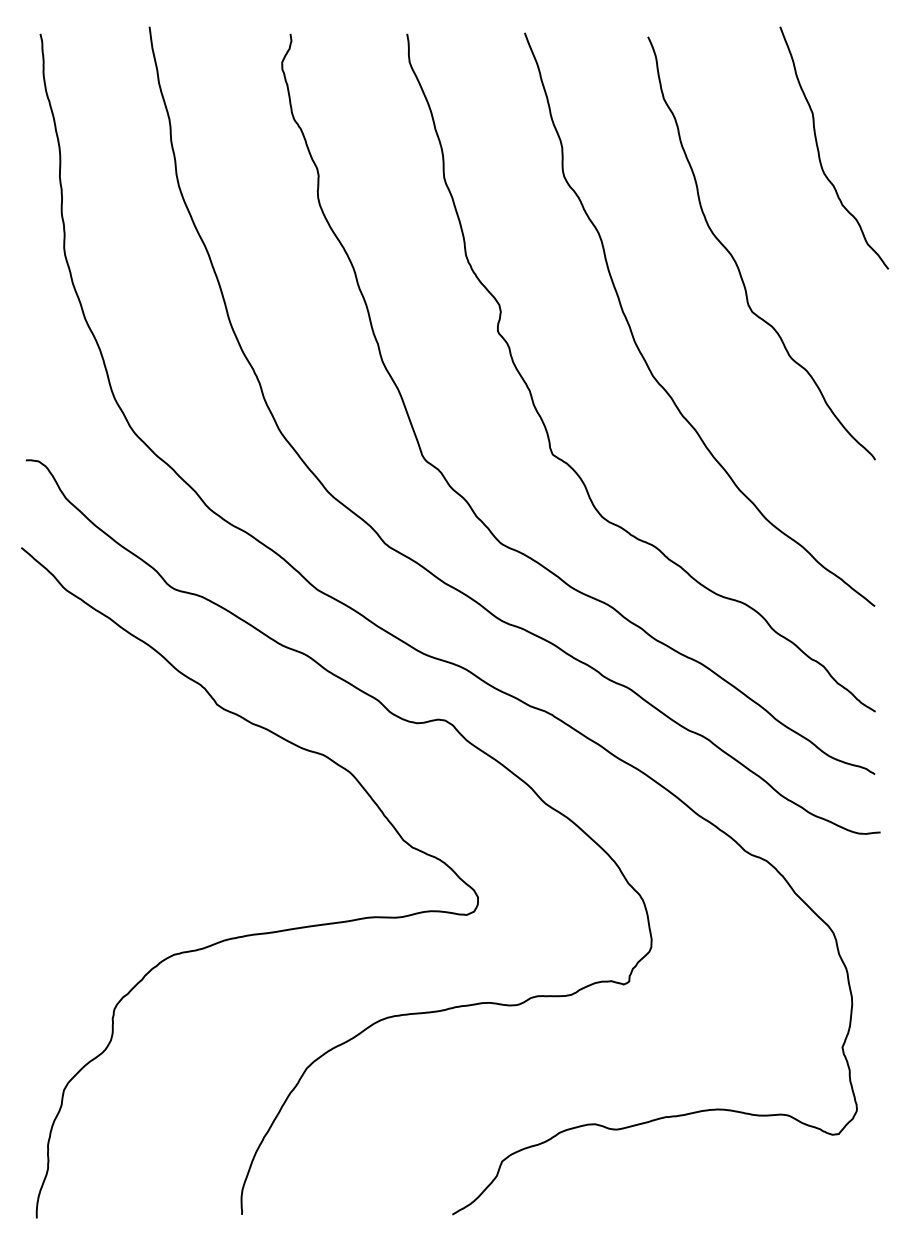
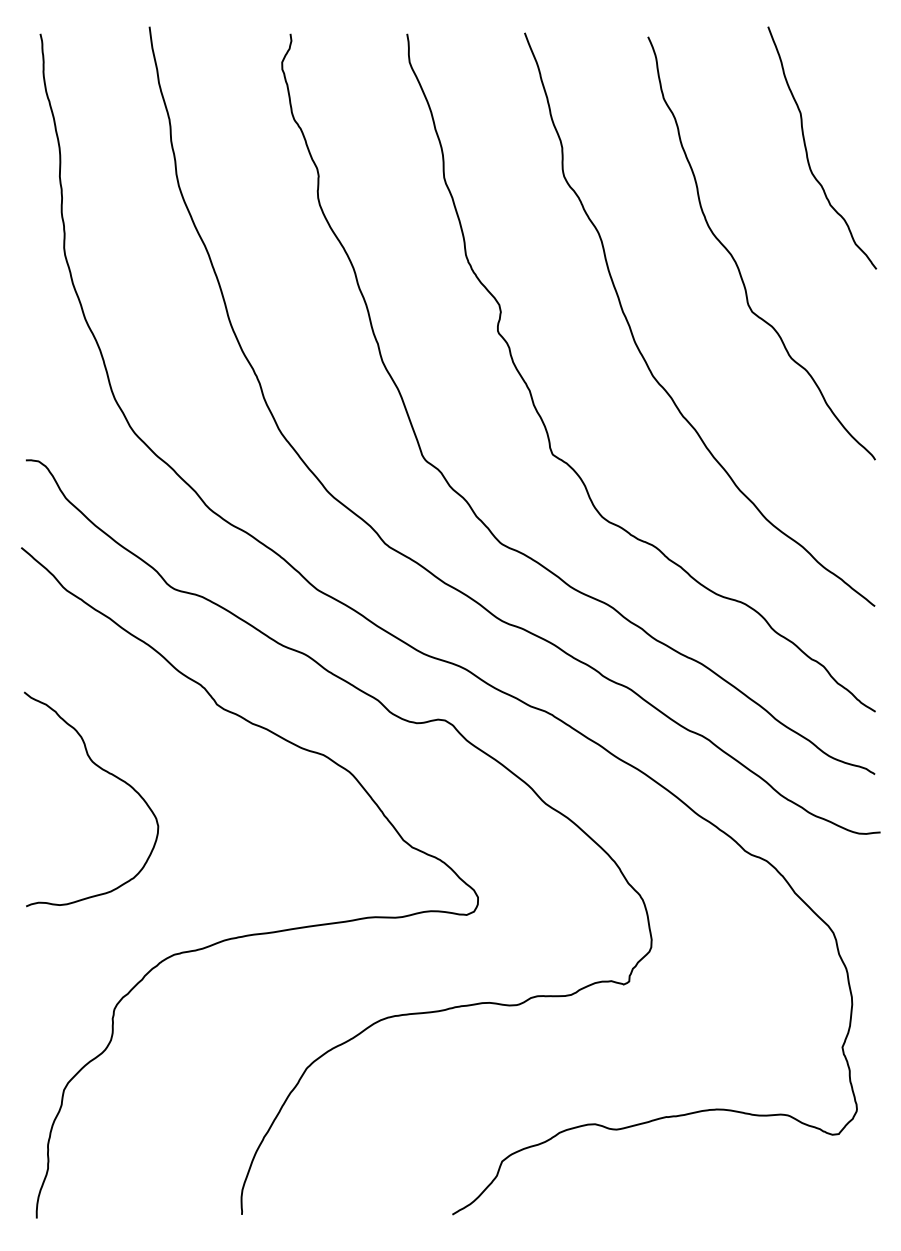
curve at (819, 150) position: (819, 150) -> (807, 150)
curve at (107, 773): none -> present
